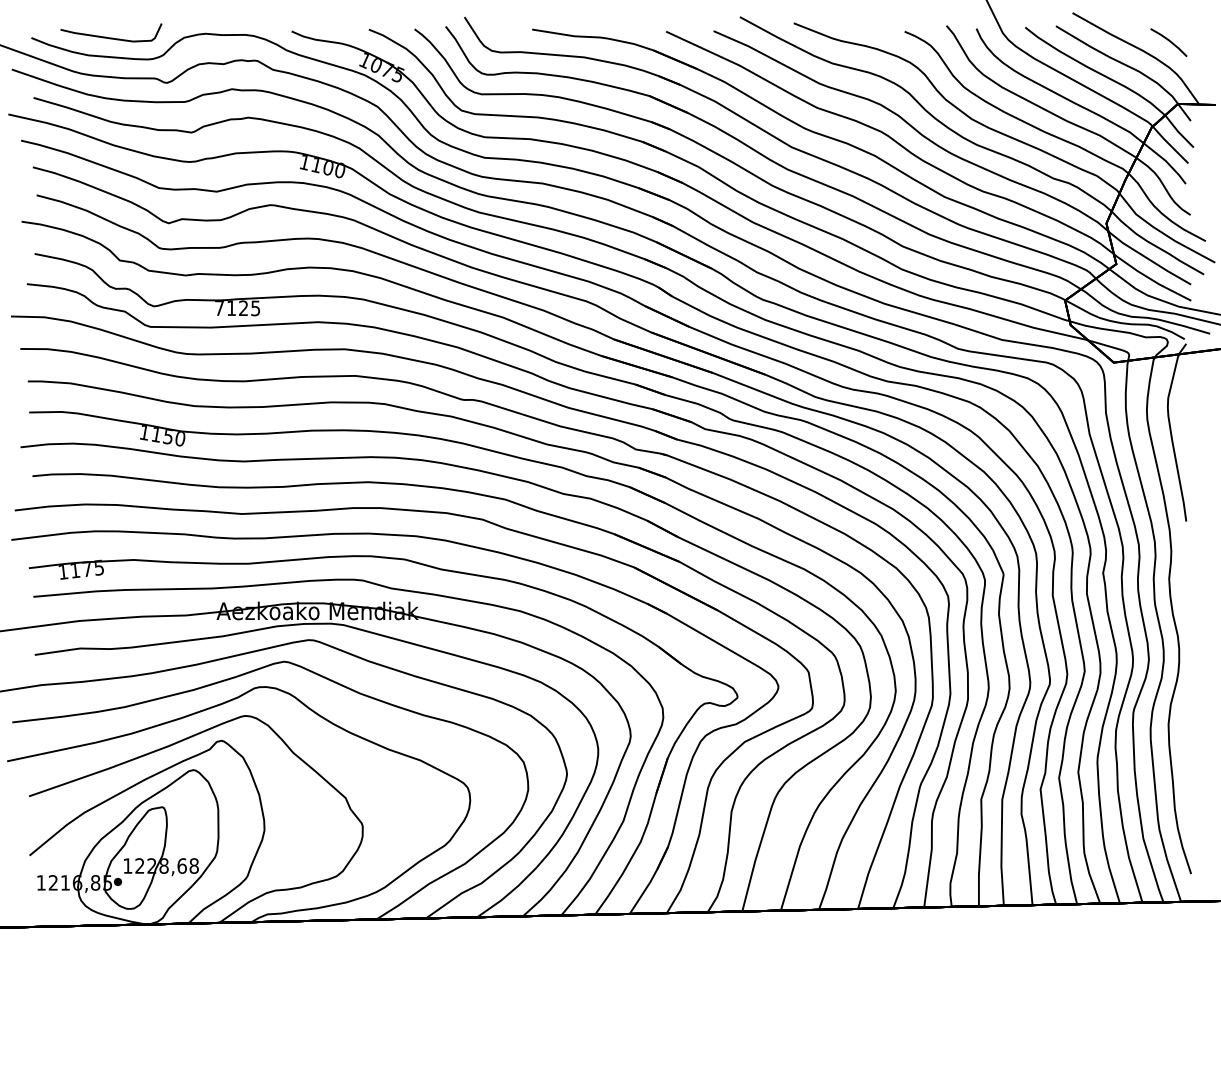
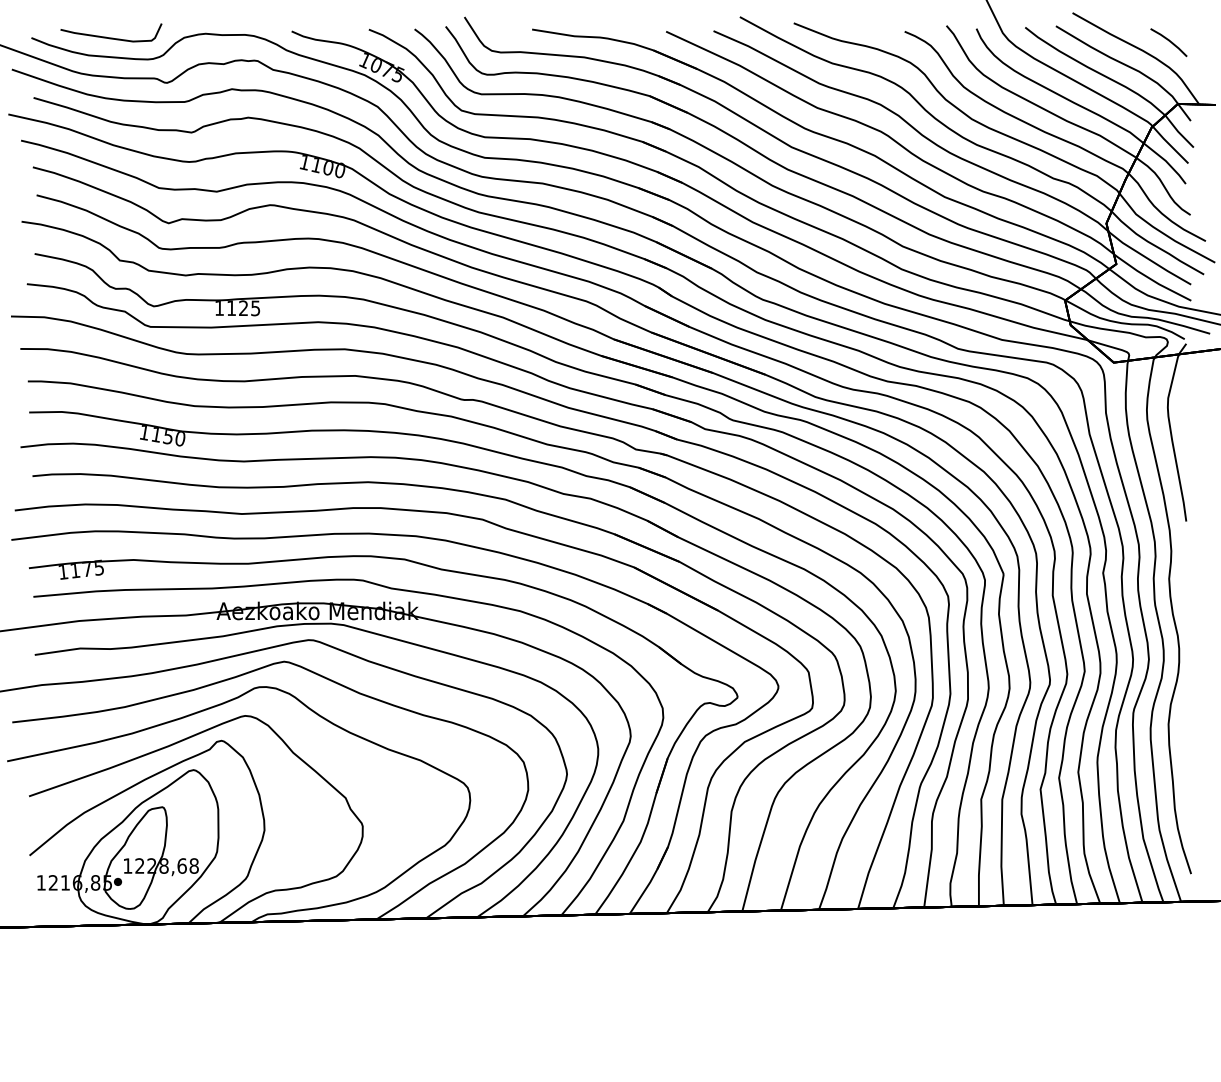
text at (219, 308): 7125 -> 1125
